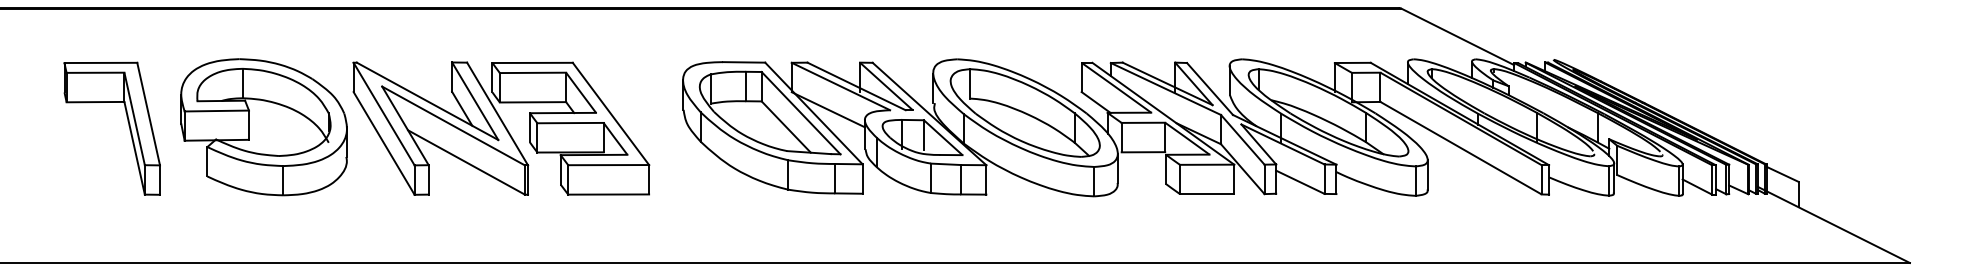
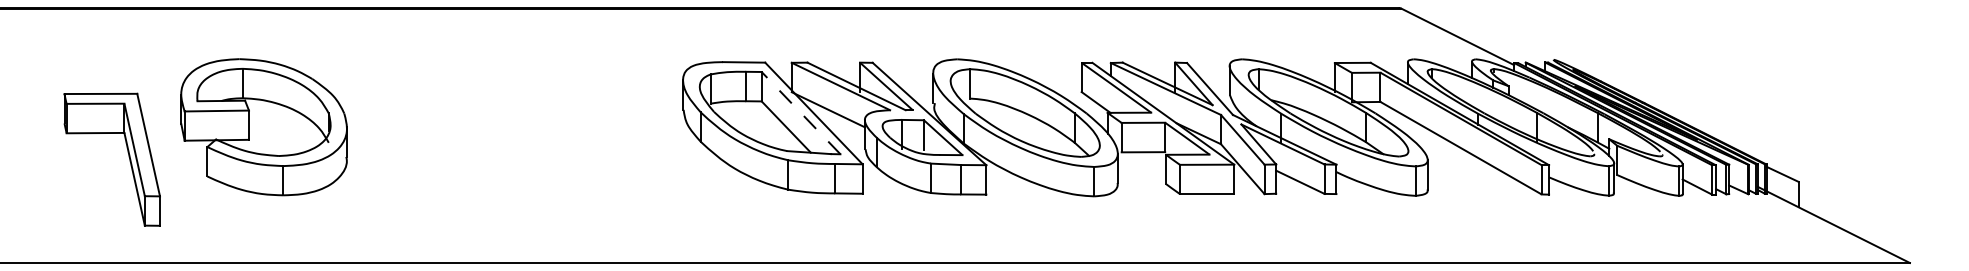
line at (801, 113): solid -> dashed
part at (128, 126) position: (128, 126) -> (128, 157)
part at (501, 128): present -> none
